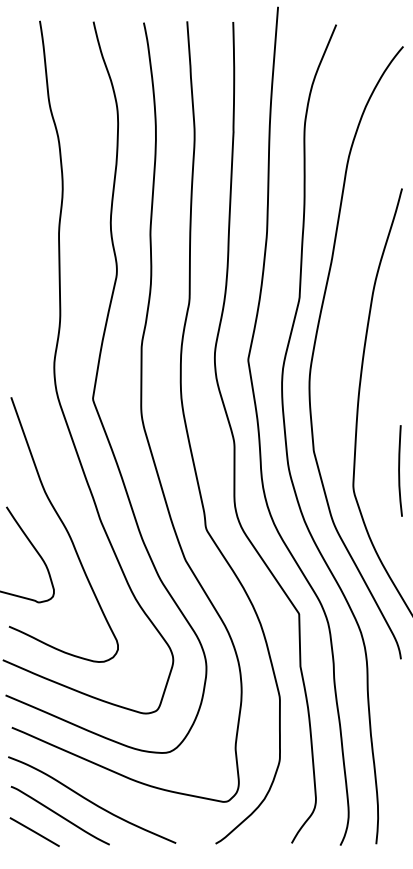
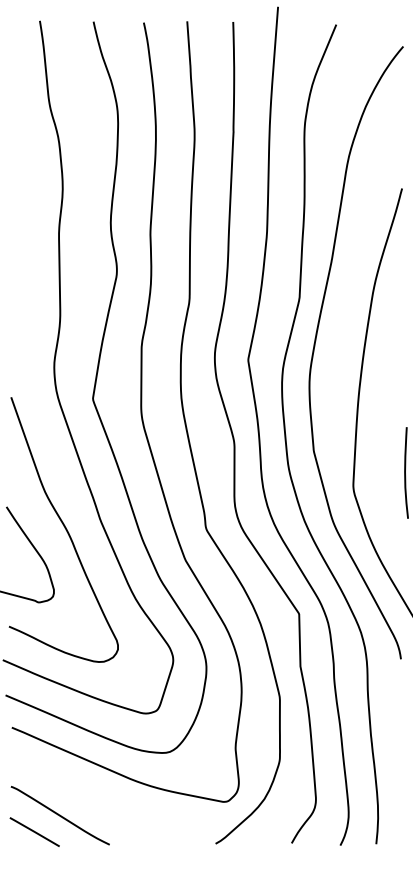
curve at (399, 470) position: (399, 470) -> (405, 472)
curve at (92, 801): present -> none
